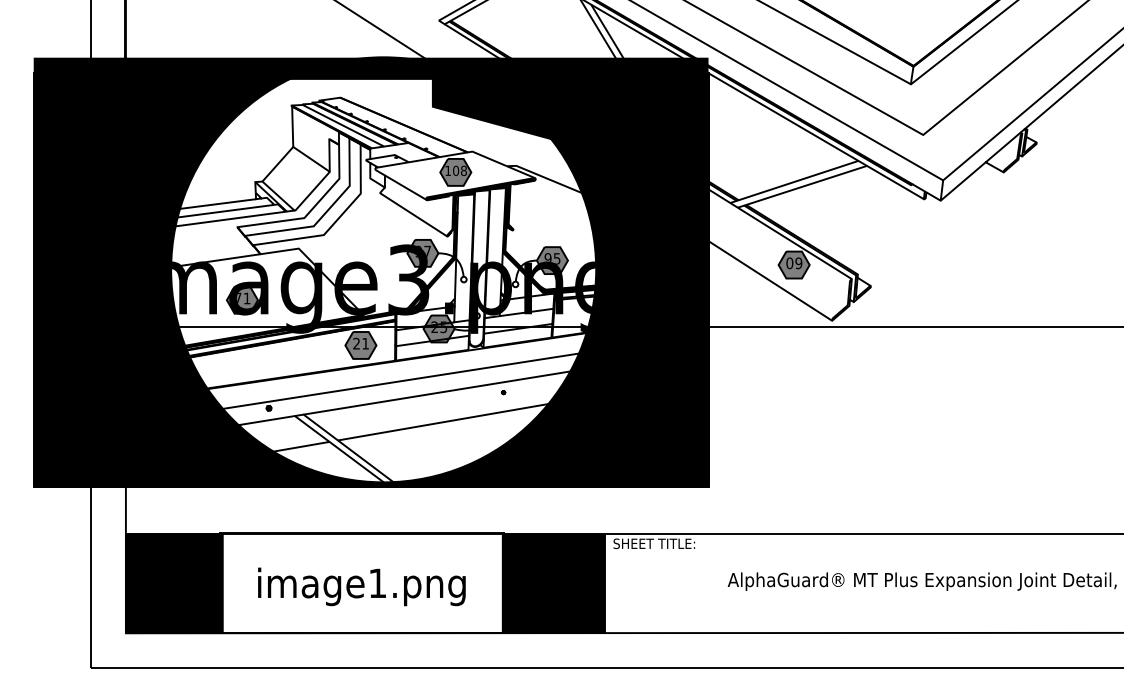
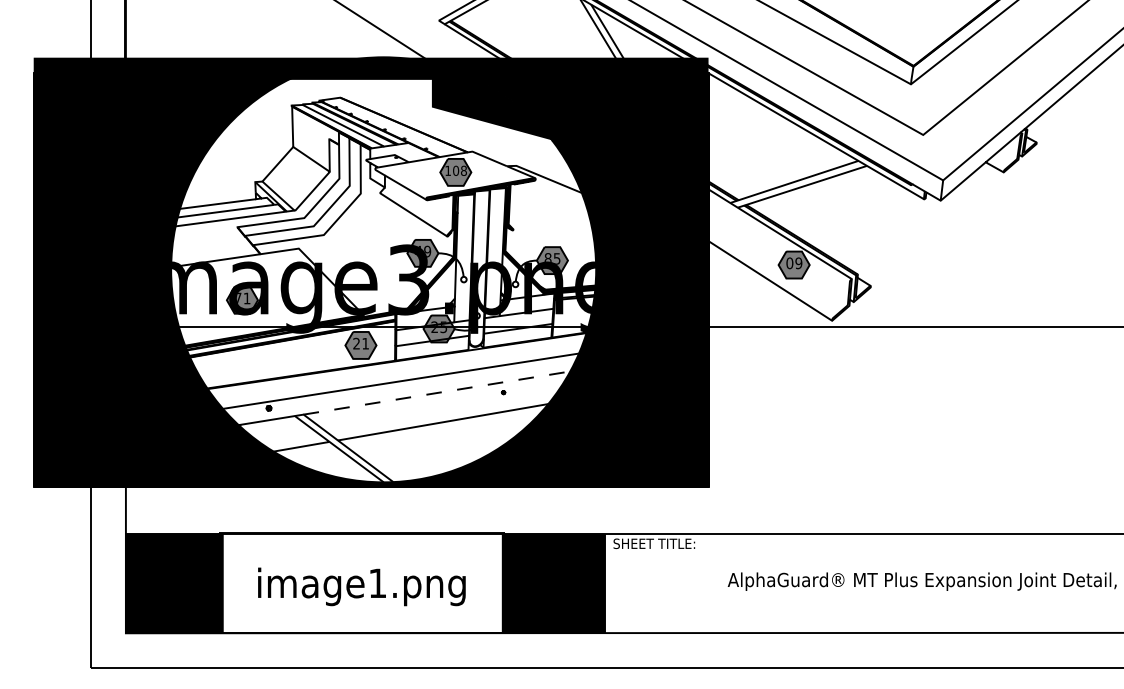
text at (423, 251): 97 -> 49
text at (547, 257): 95 -> 85
line at (437, 392): solid -> dashed
